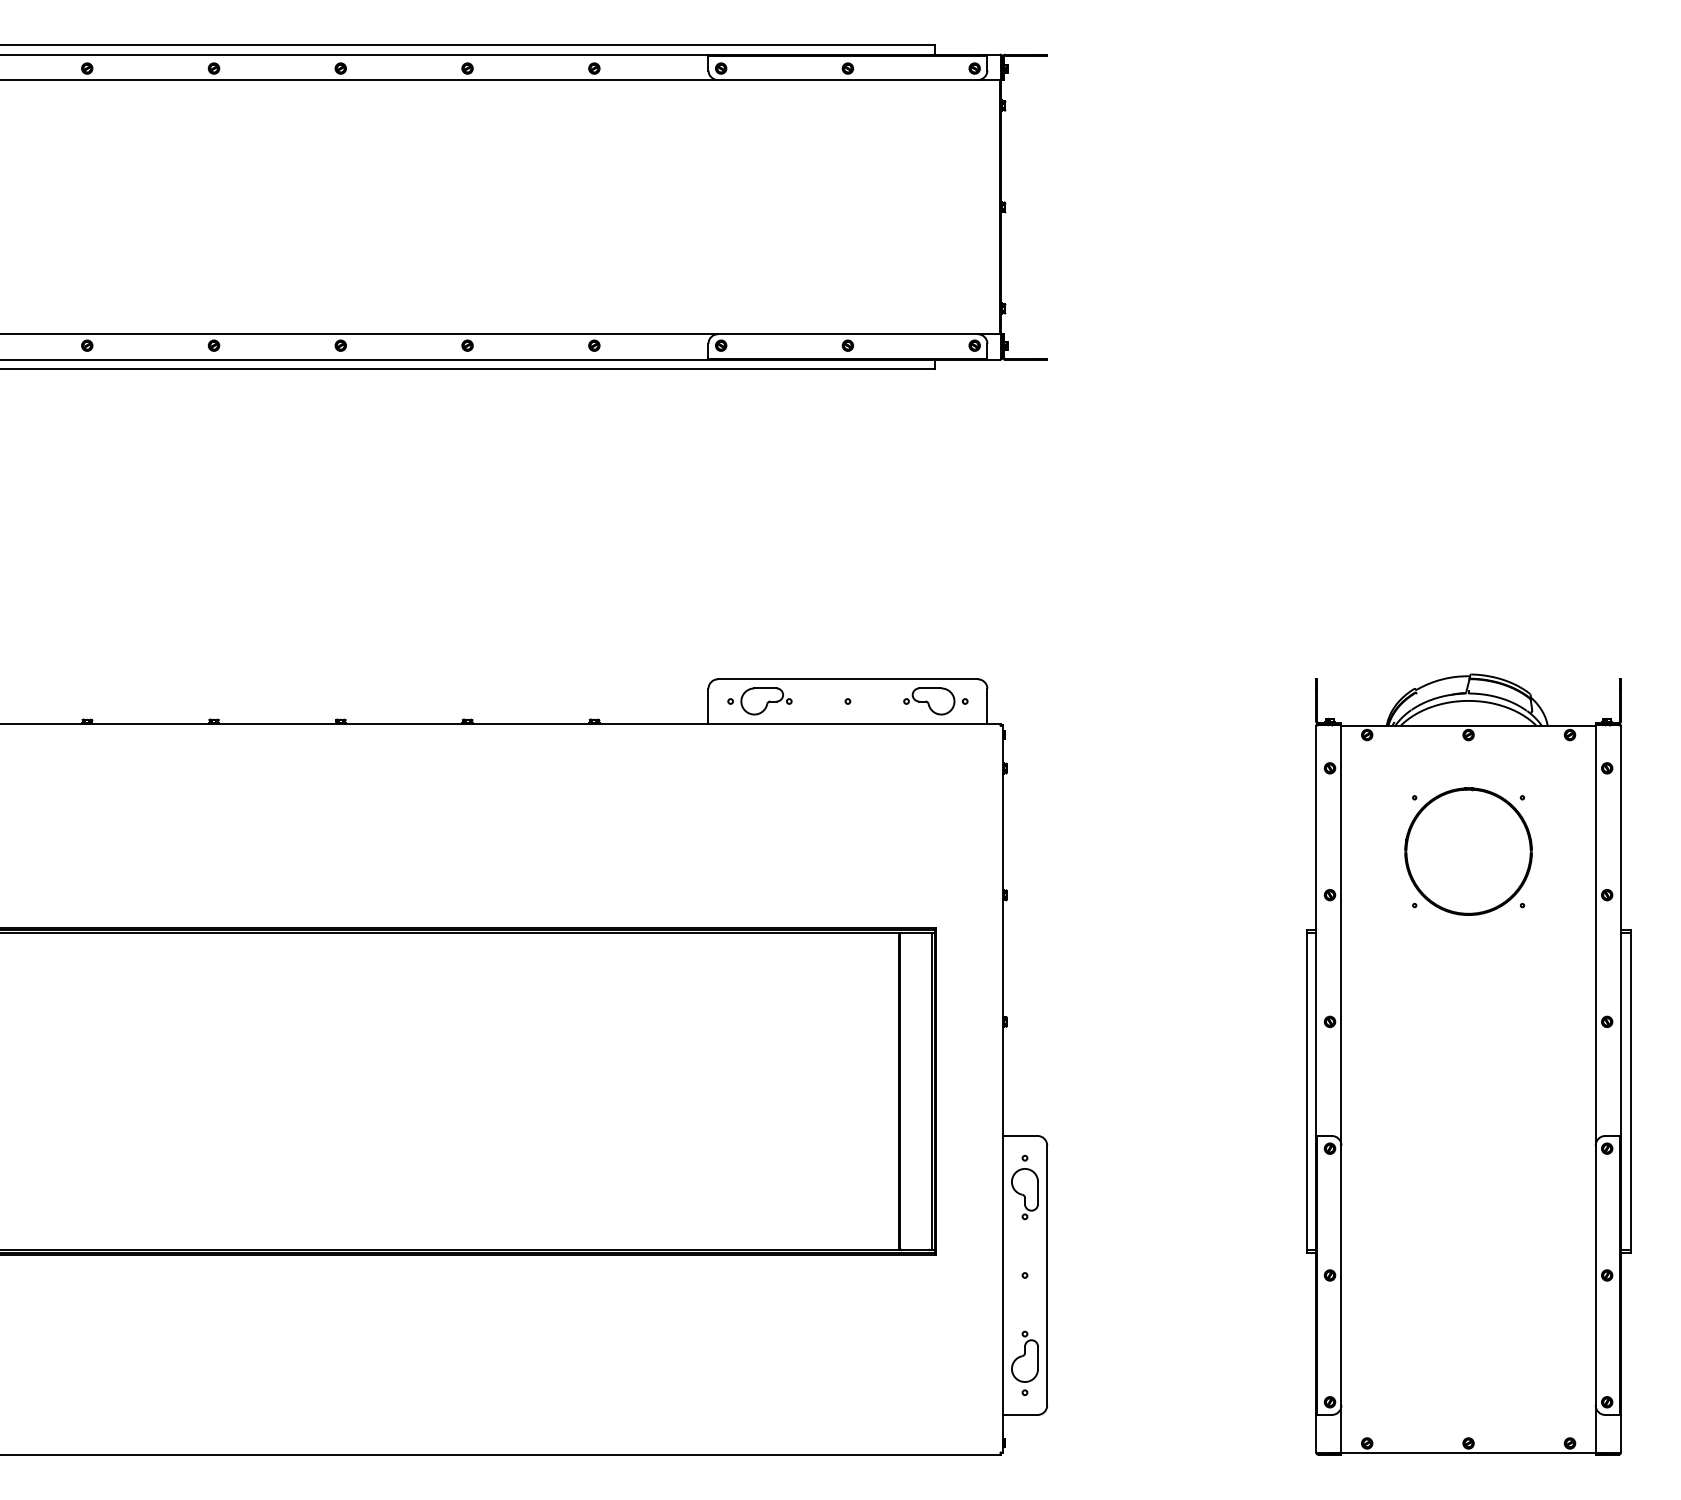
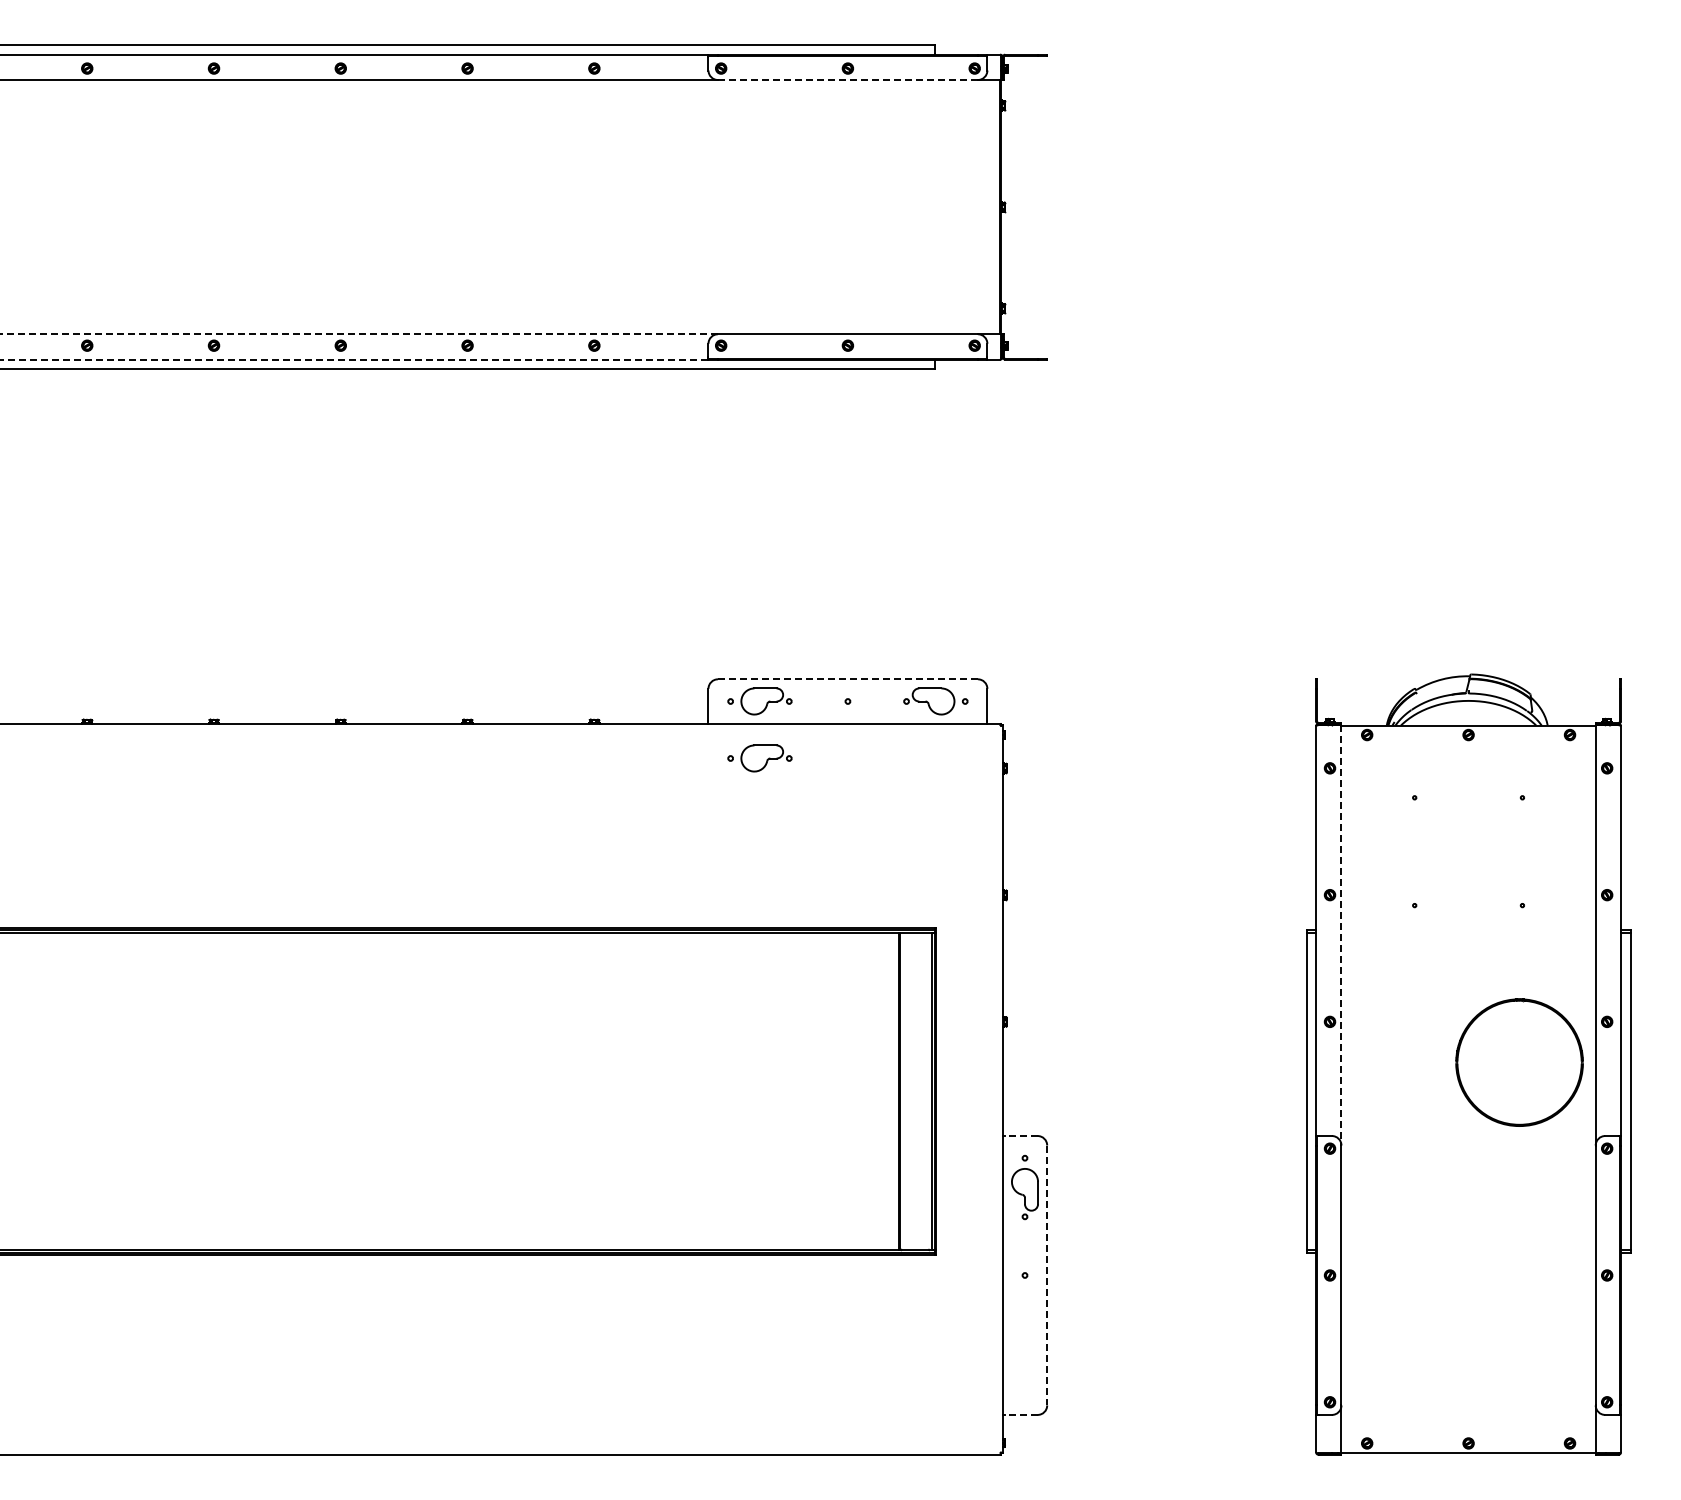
line at (847, 80): solid -> dashed
line at (359, 334): solid -> dashed
line at (354, 359): solid -> dashed
line at (847, 679): solid -> dashed
part at (759, 758): none -> present
part at (1468, 851) position: (1468, 851) -> (1519, 1062)
line at (1341, 935): solid -> dashed
line at (1020, 1136): solid -> dashed
line at (1047, 1275): solid -> dashed
part at (1024, 1362): present -> none
line at (1020, 1414): solid -> dashed
